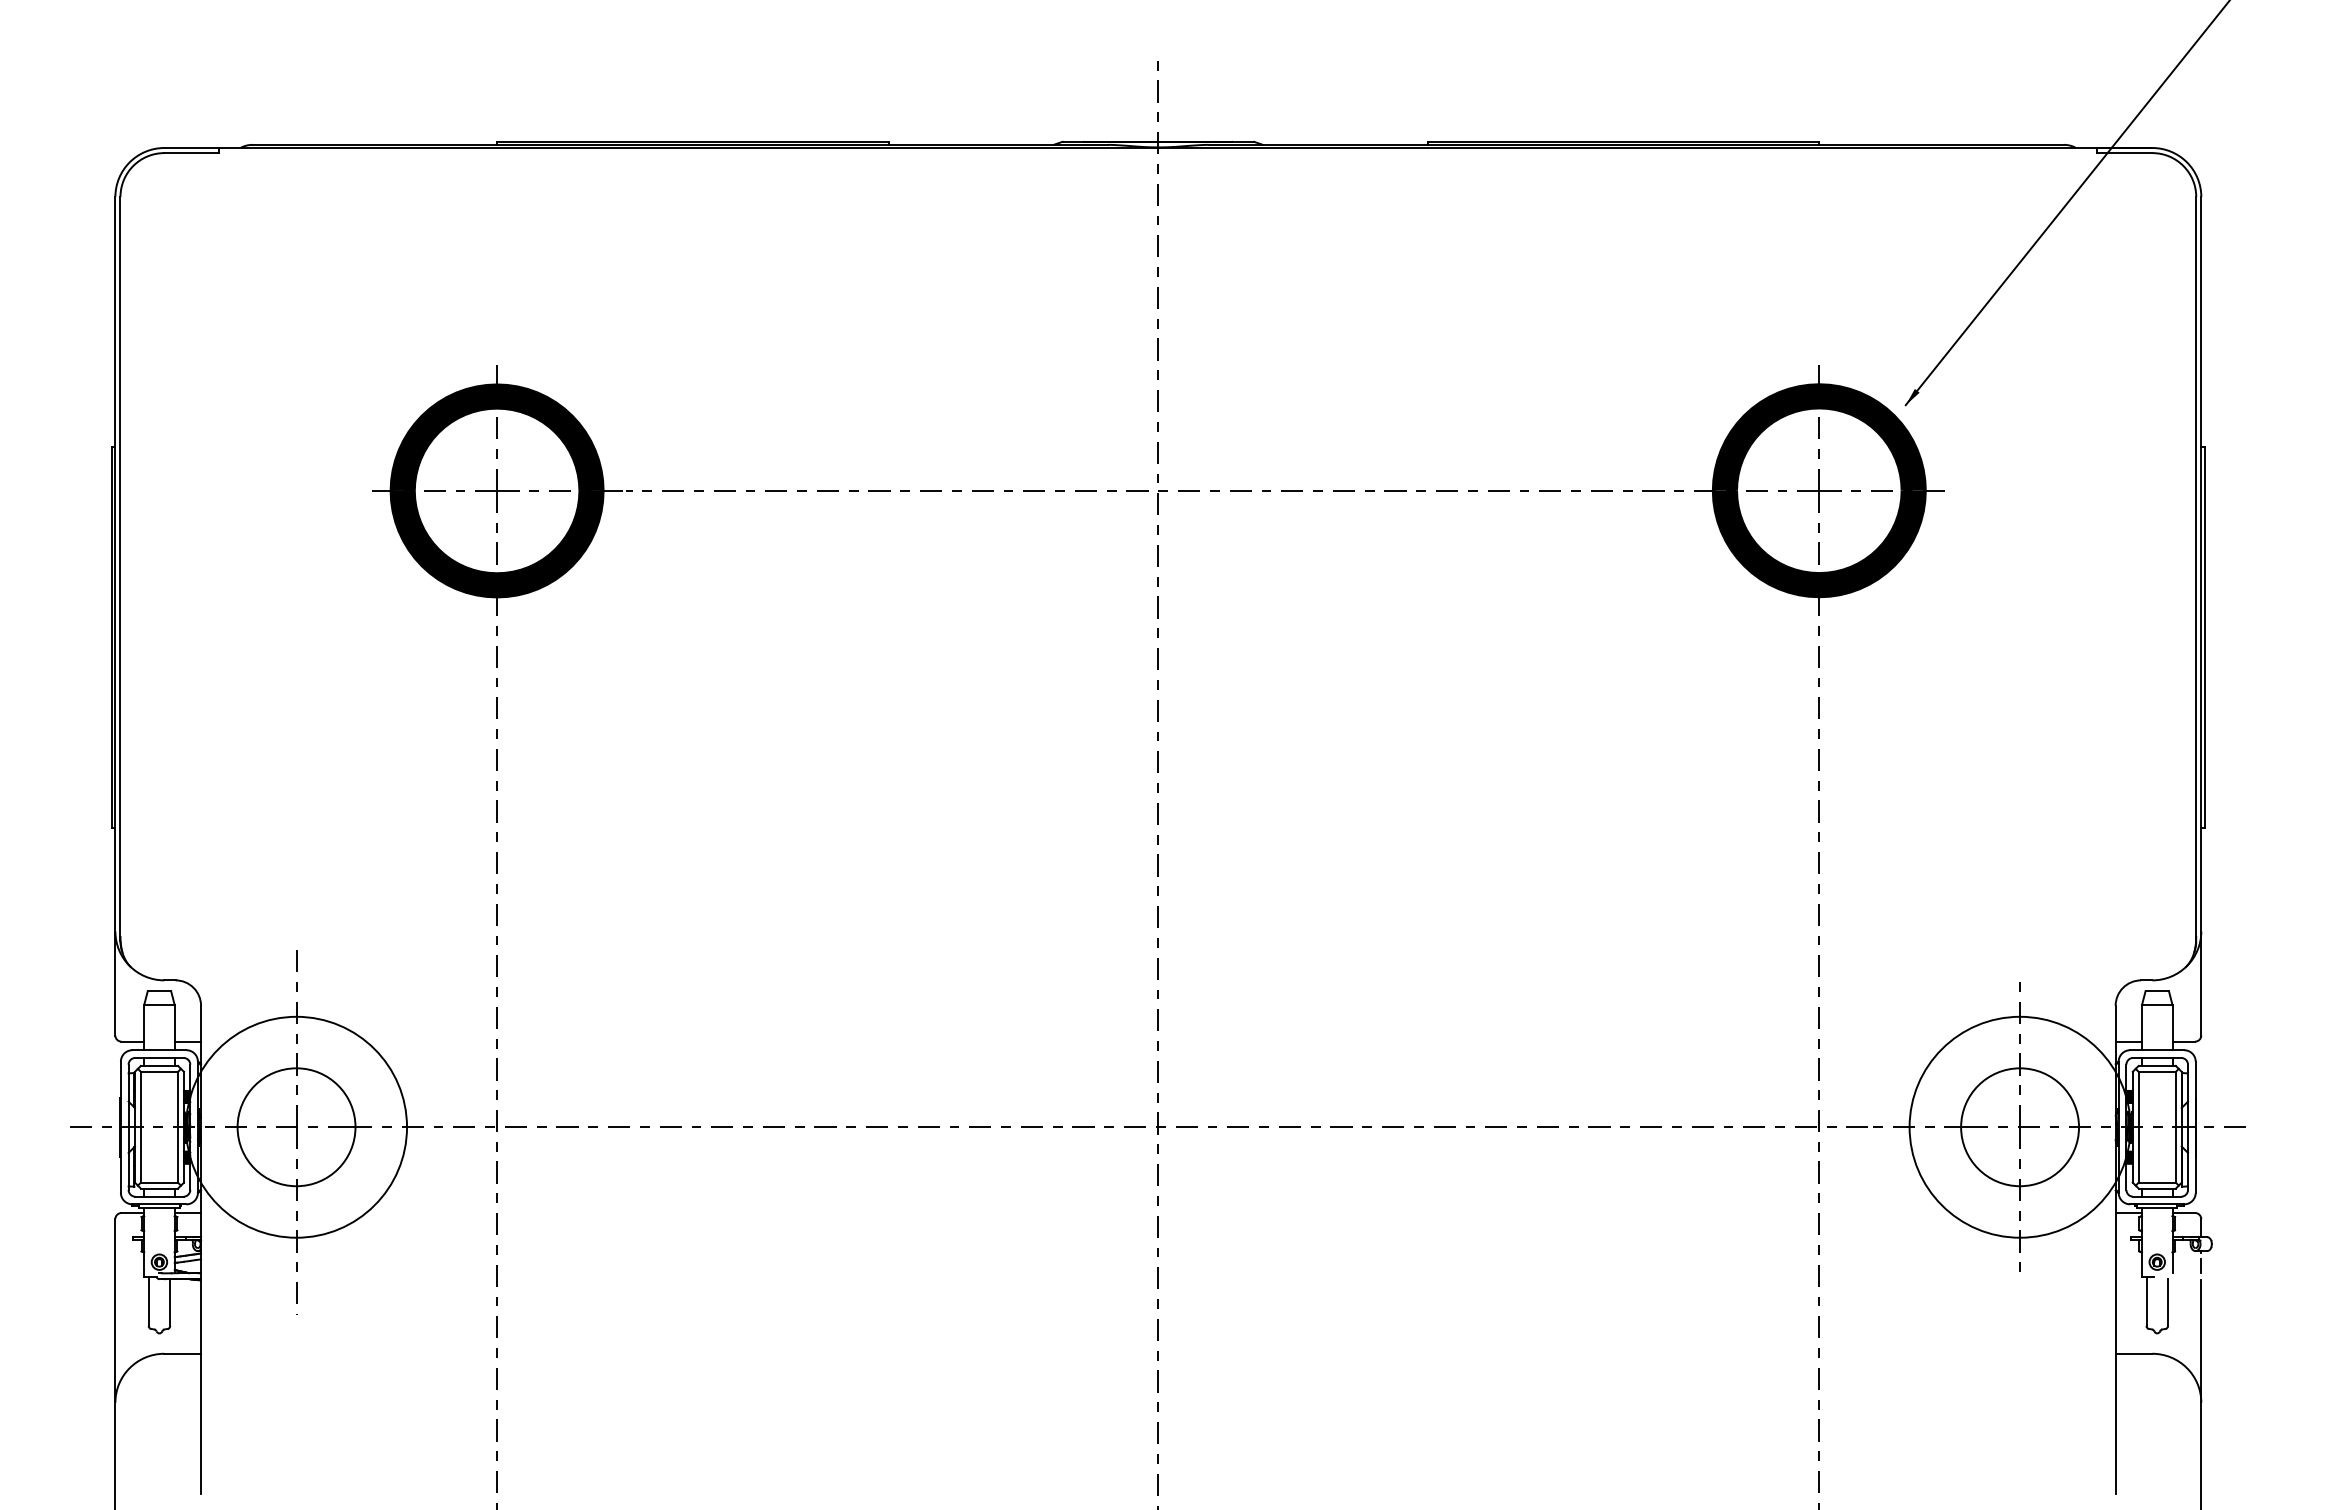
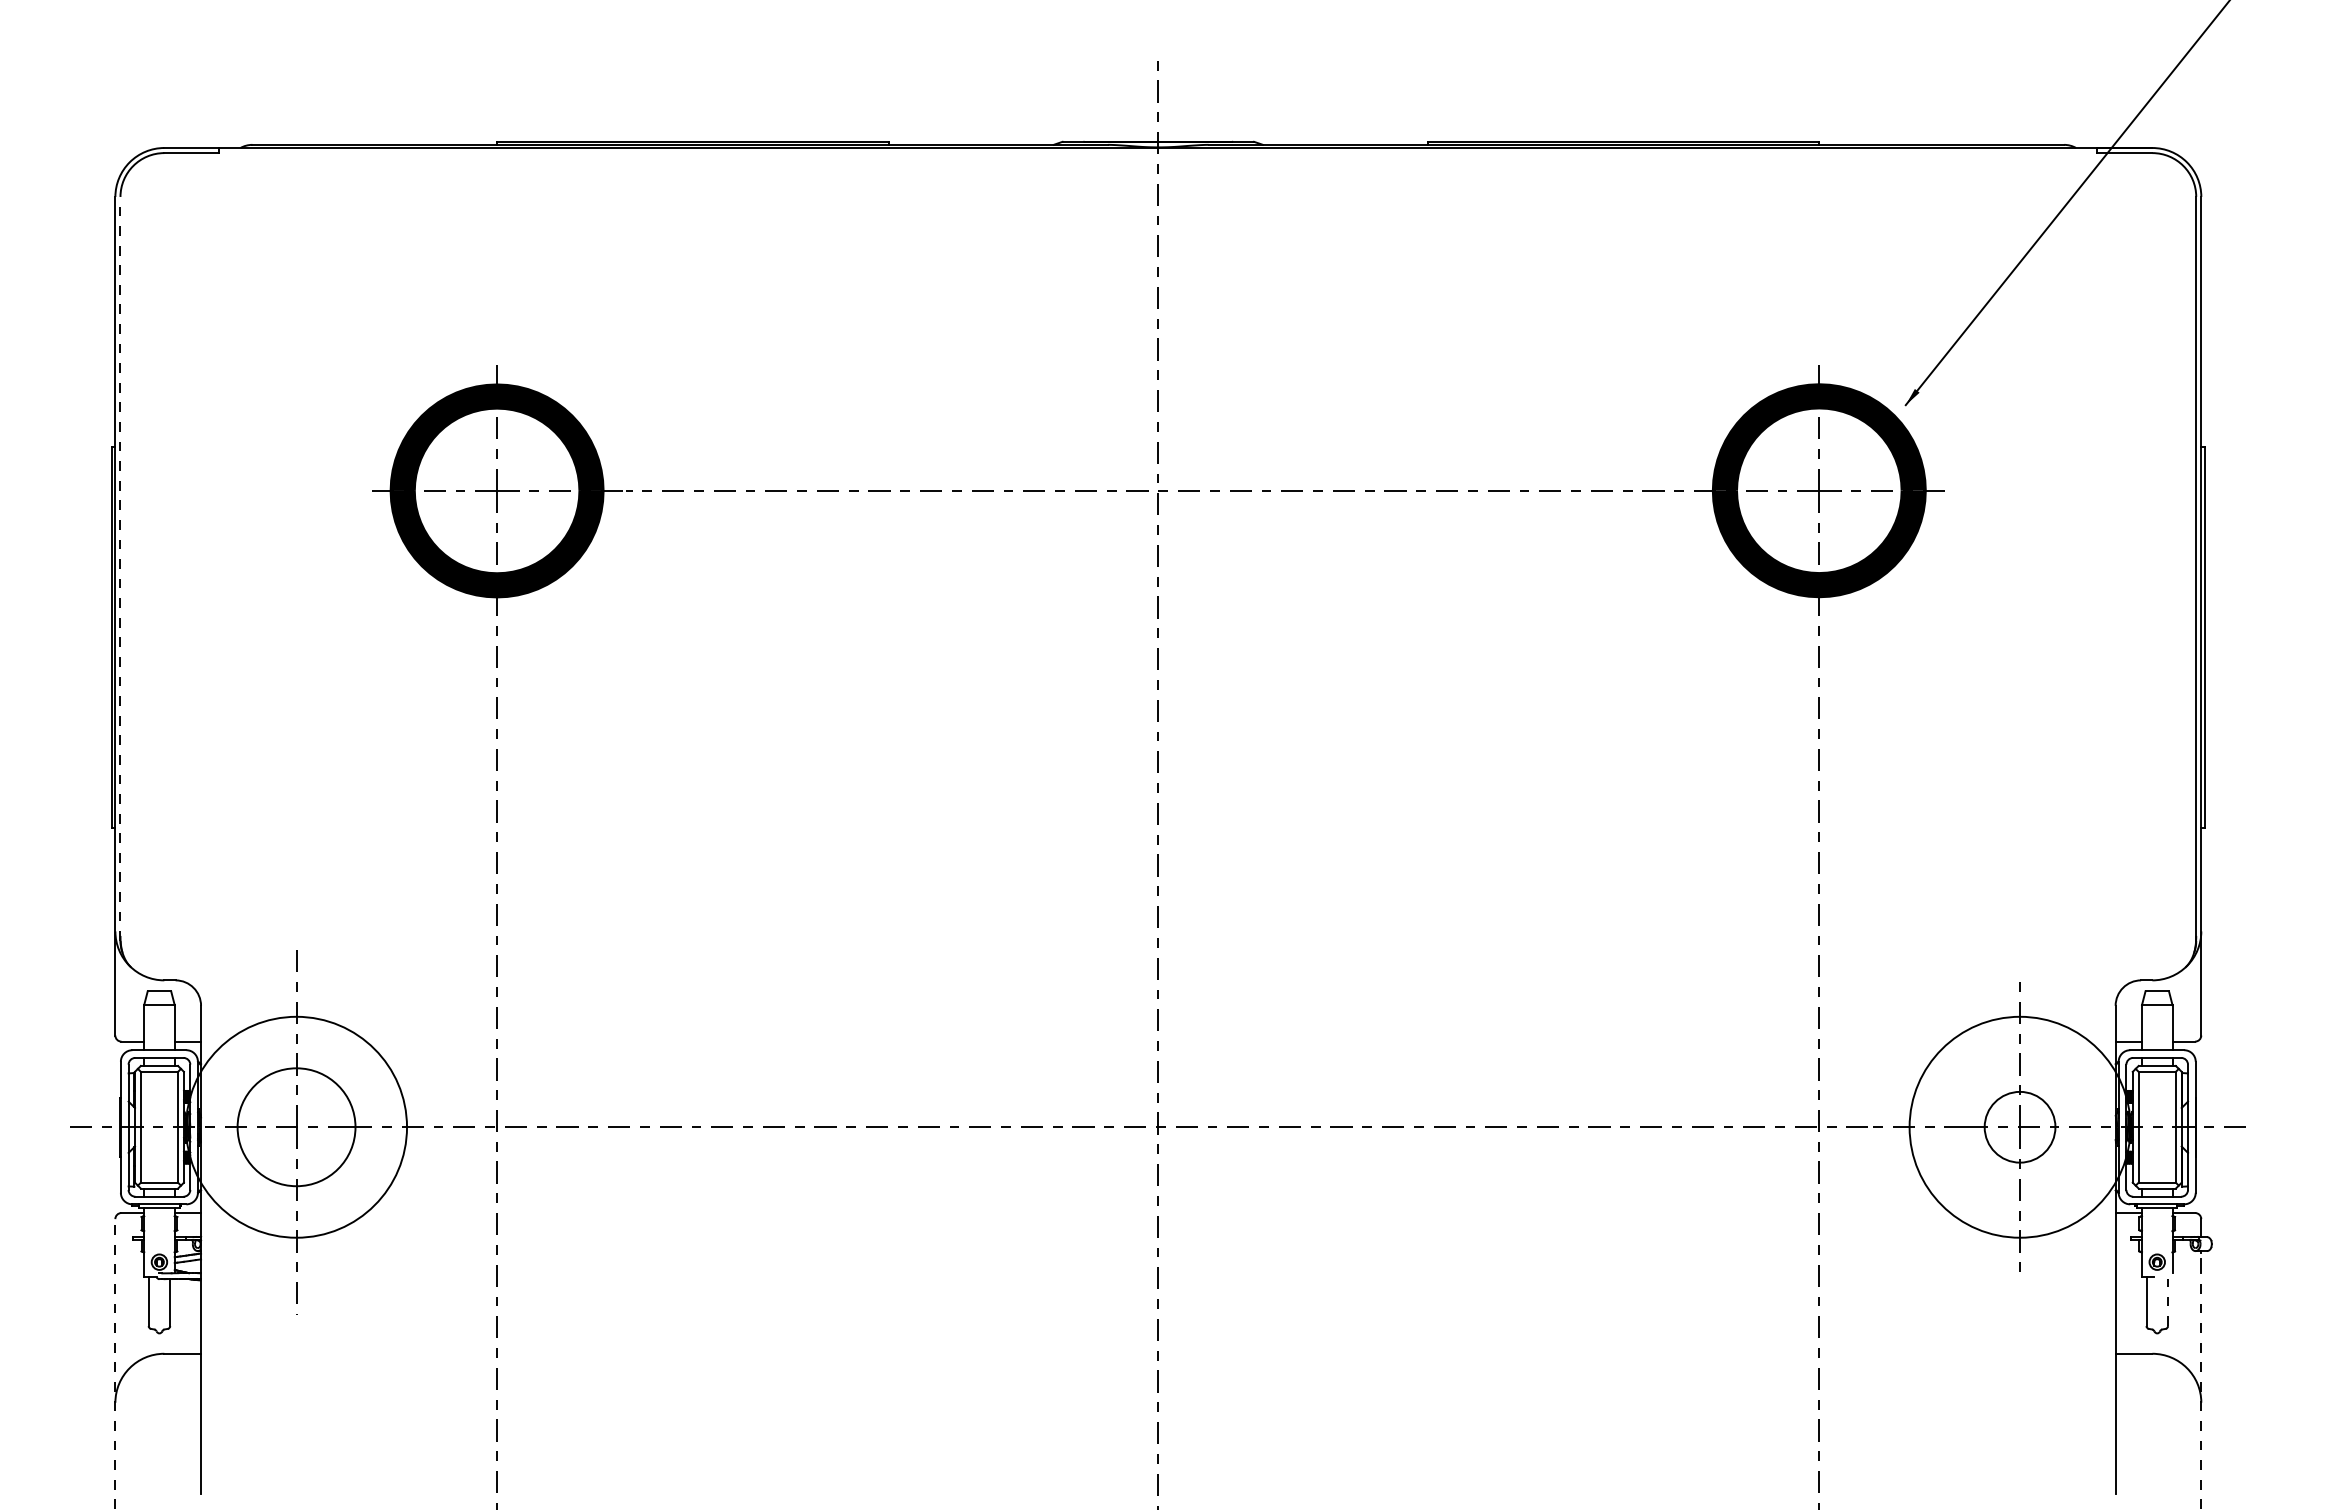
line at (120, 568): solid -> dashed
circle at (2020, 1127) diameter: 118 px -> 71 px
line at (2168, 1302): solid -> dashed
line at (115, 1364): solid -> dashed
line at (2201, 1394): solid -> dashed
